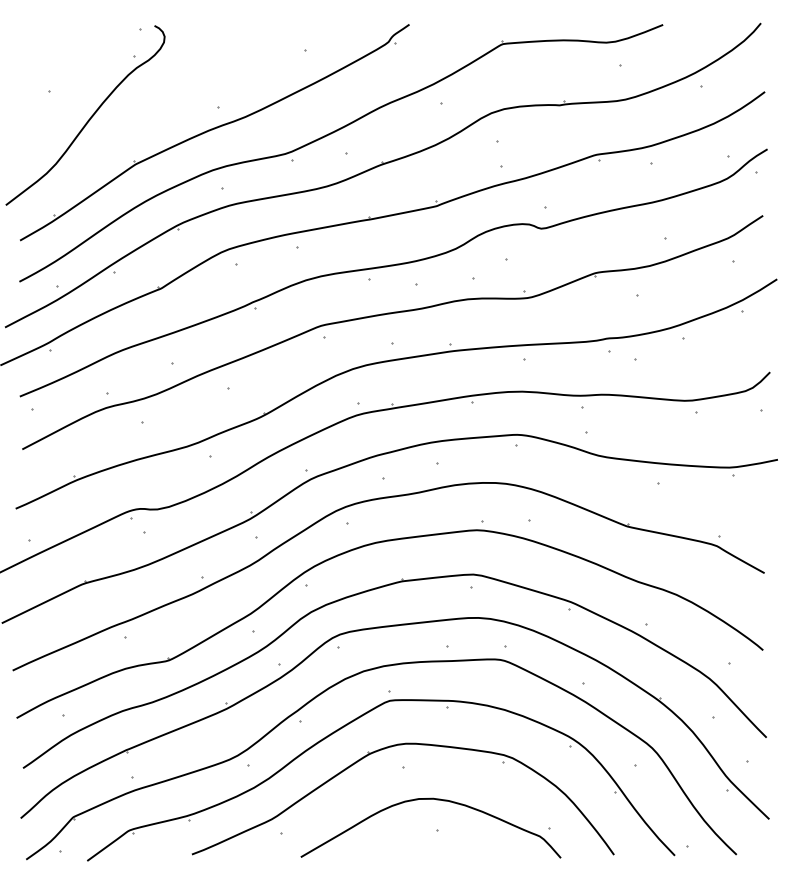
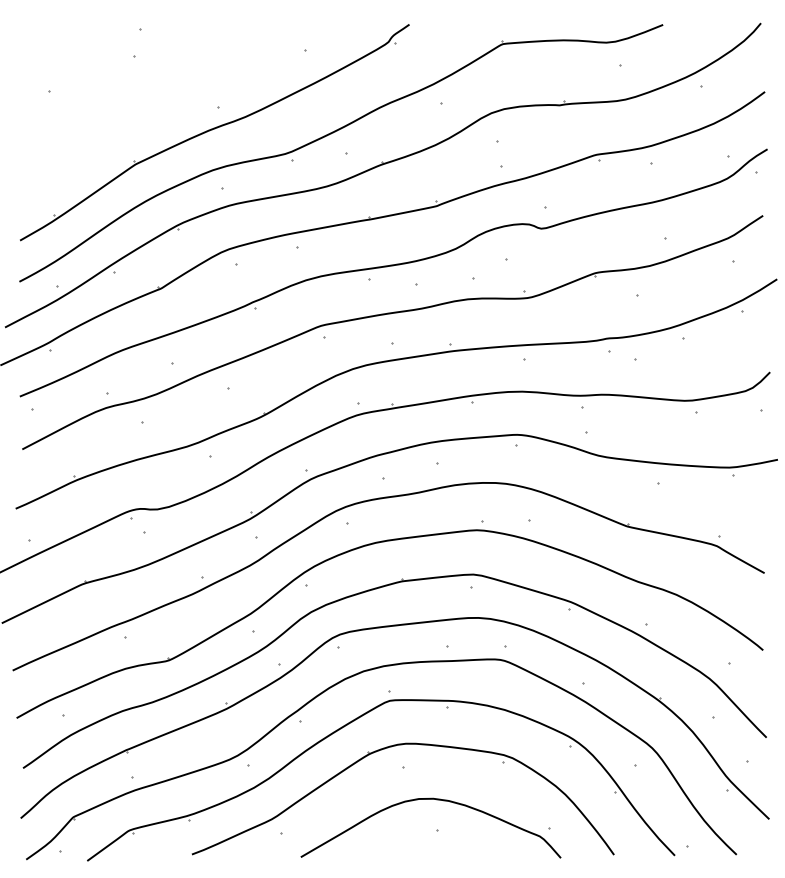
curve at (89, 118): present -> none
